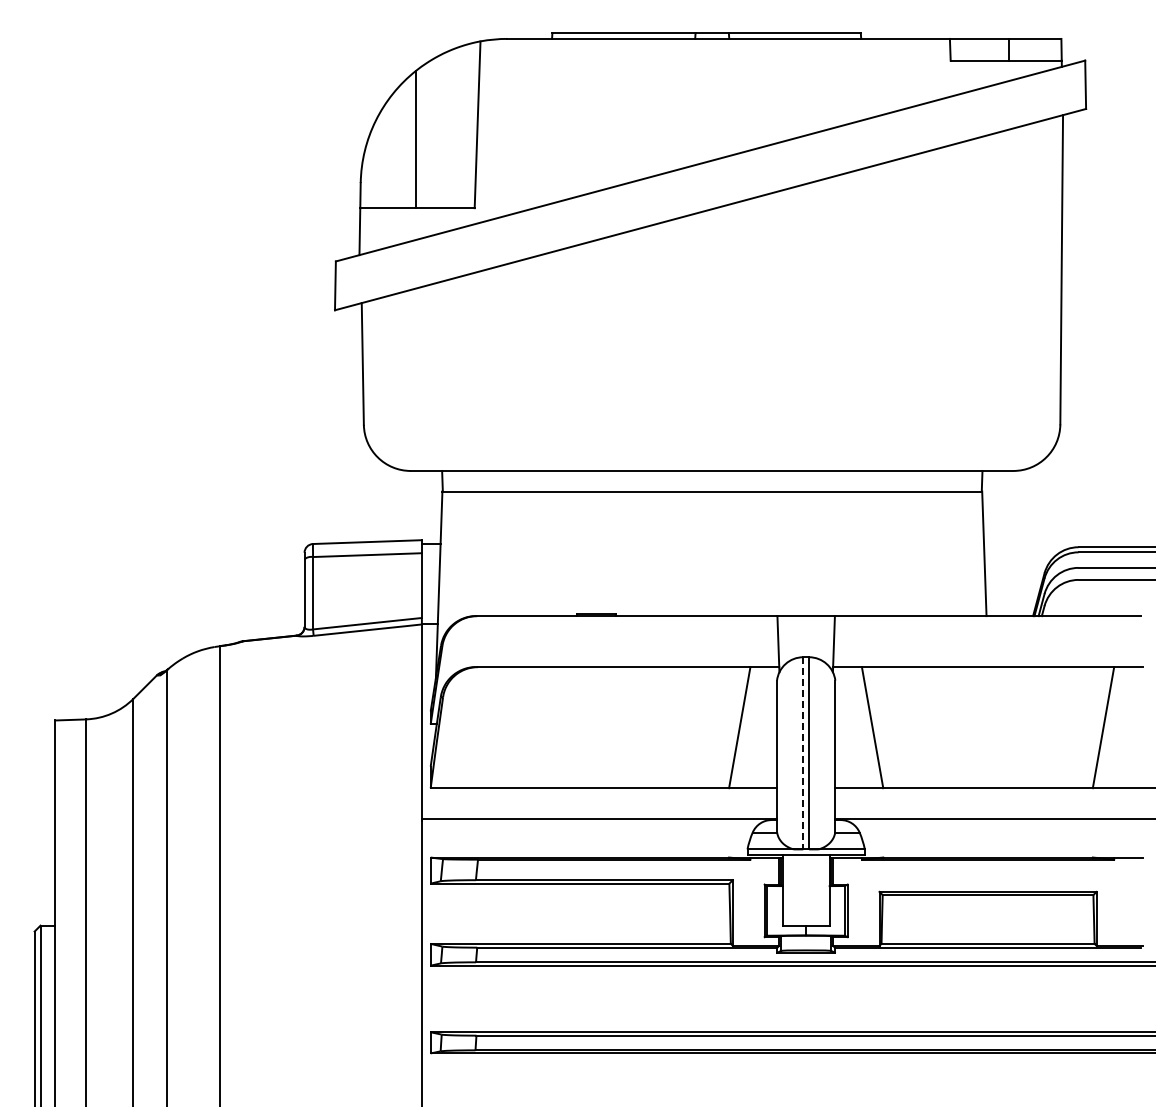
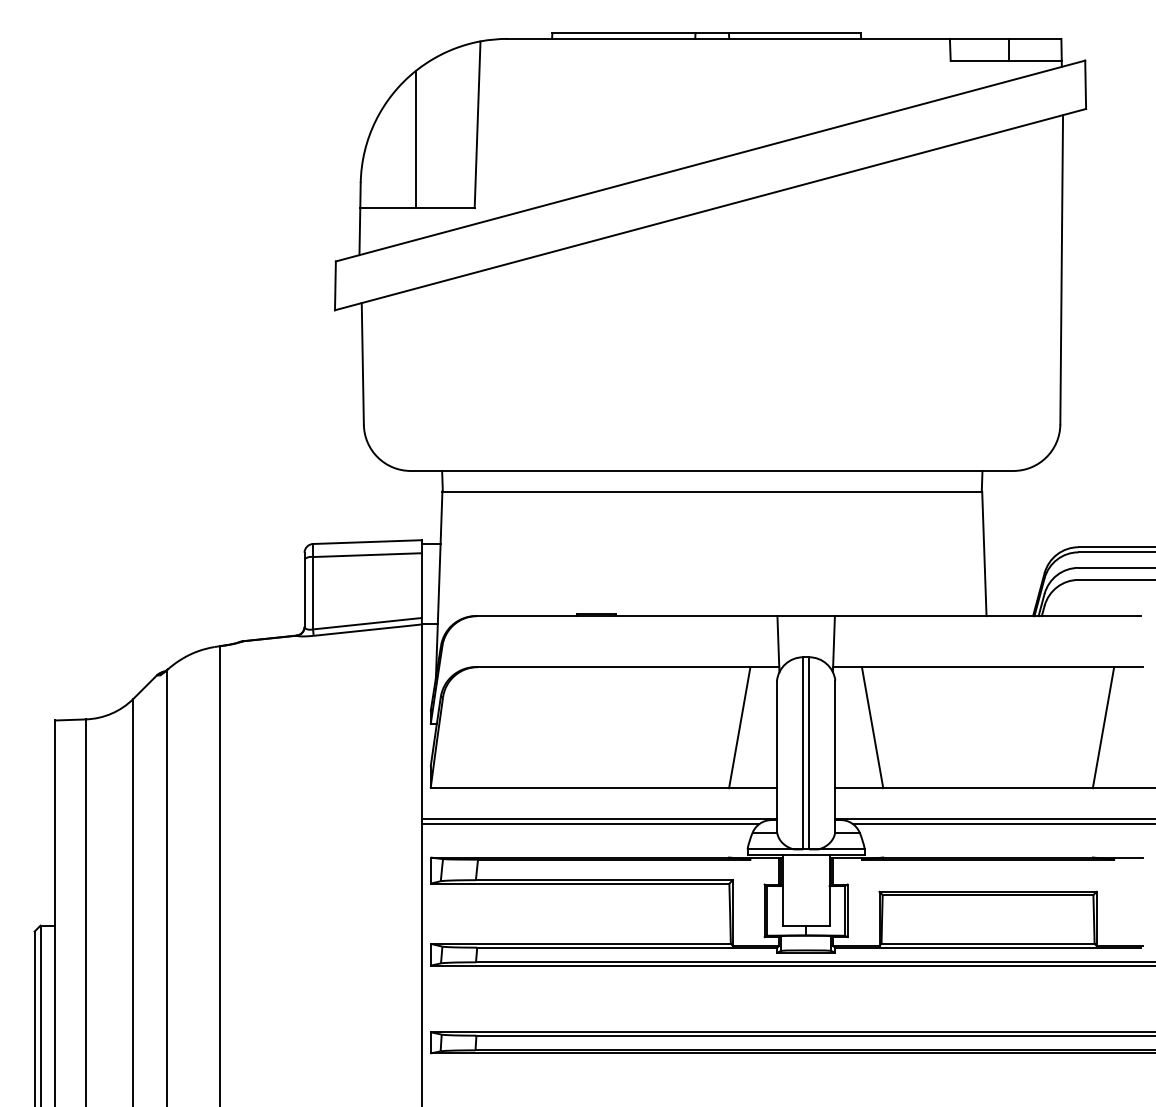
line at (803, 753): dashed -> solid
line at (590, 824): none -> present
line at (1002, 824): none -> present
